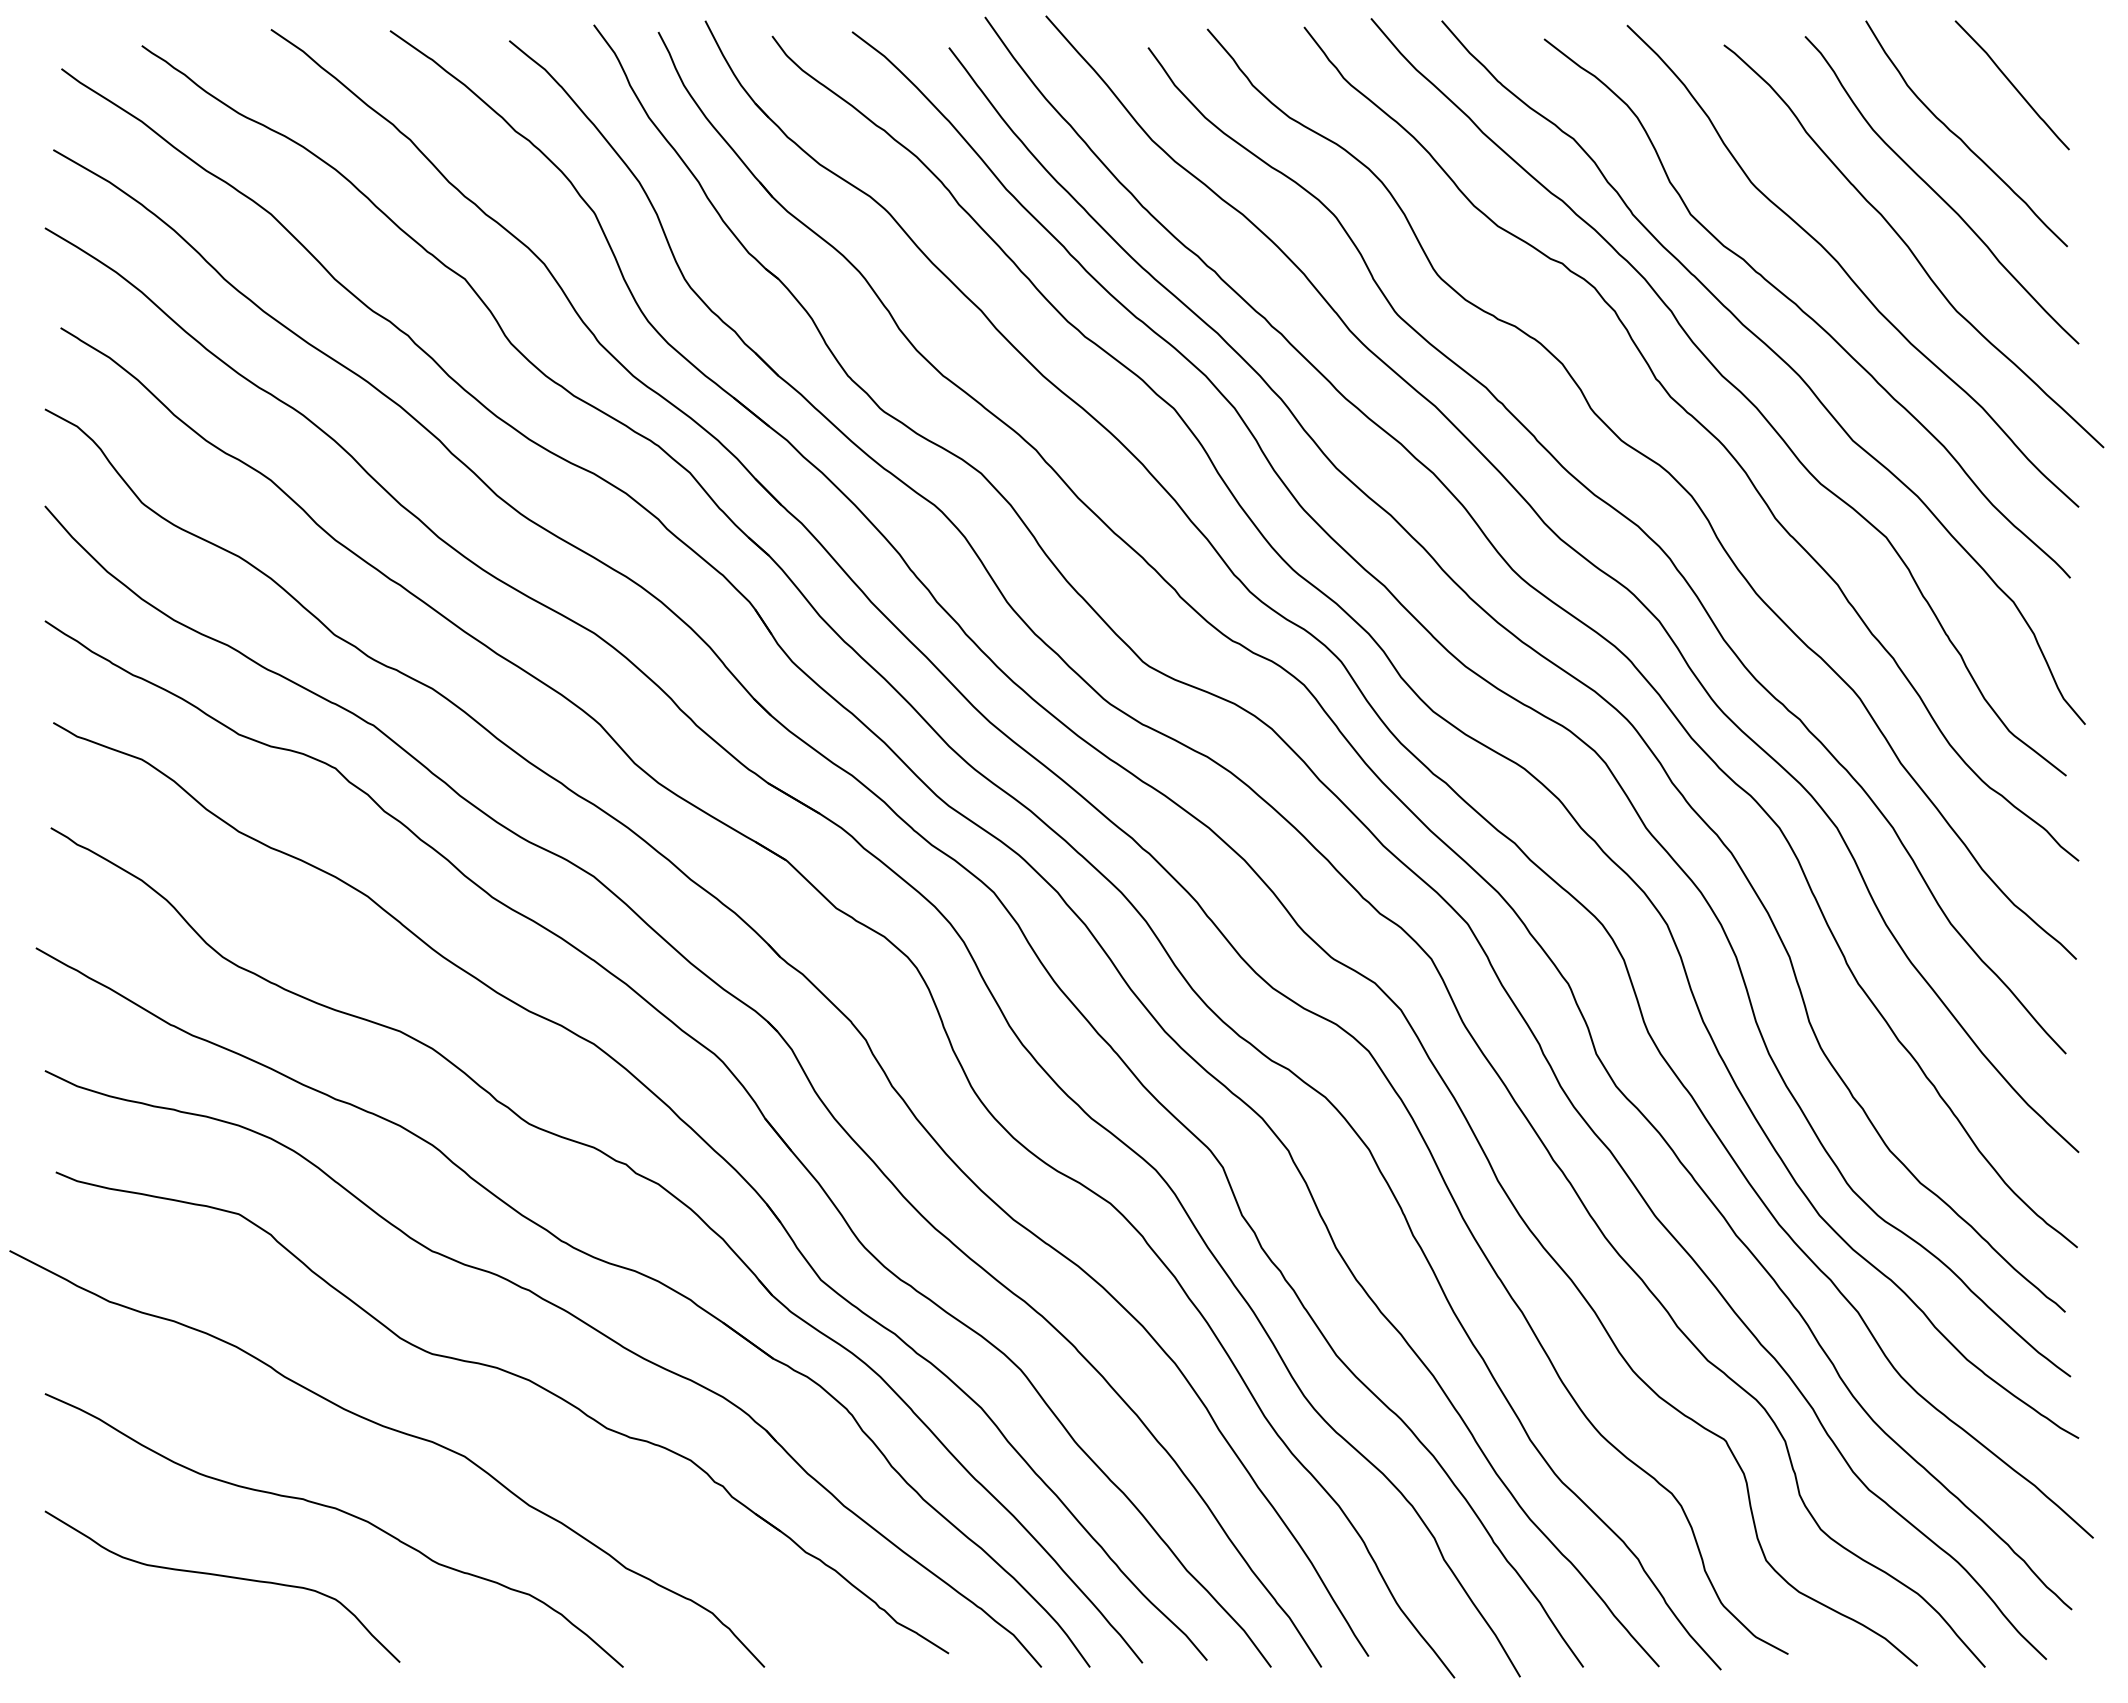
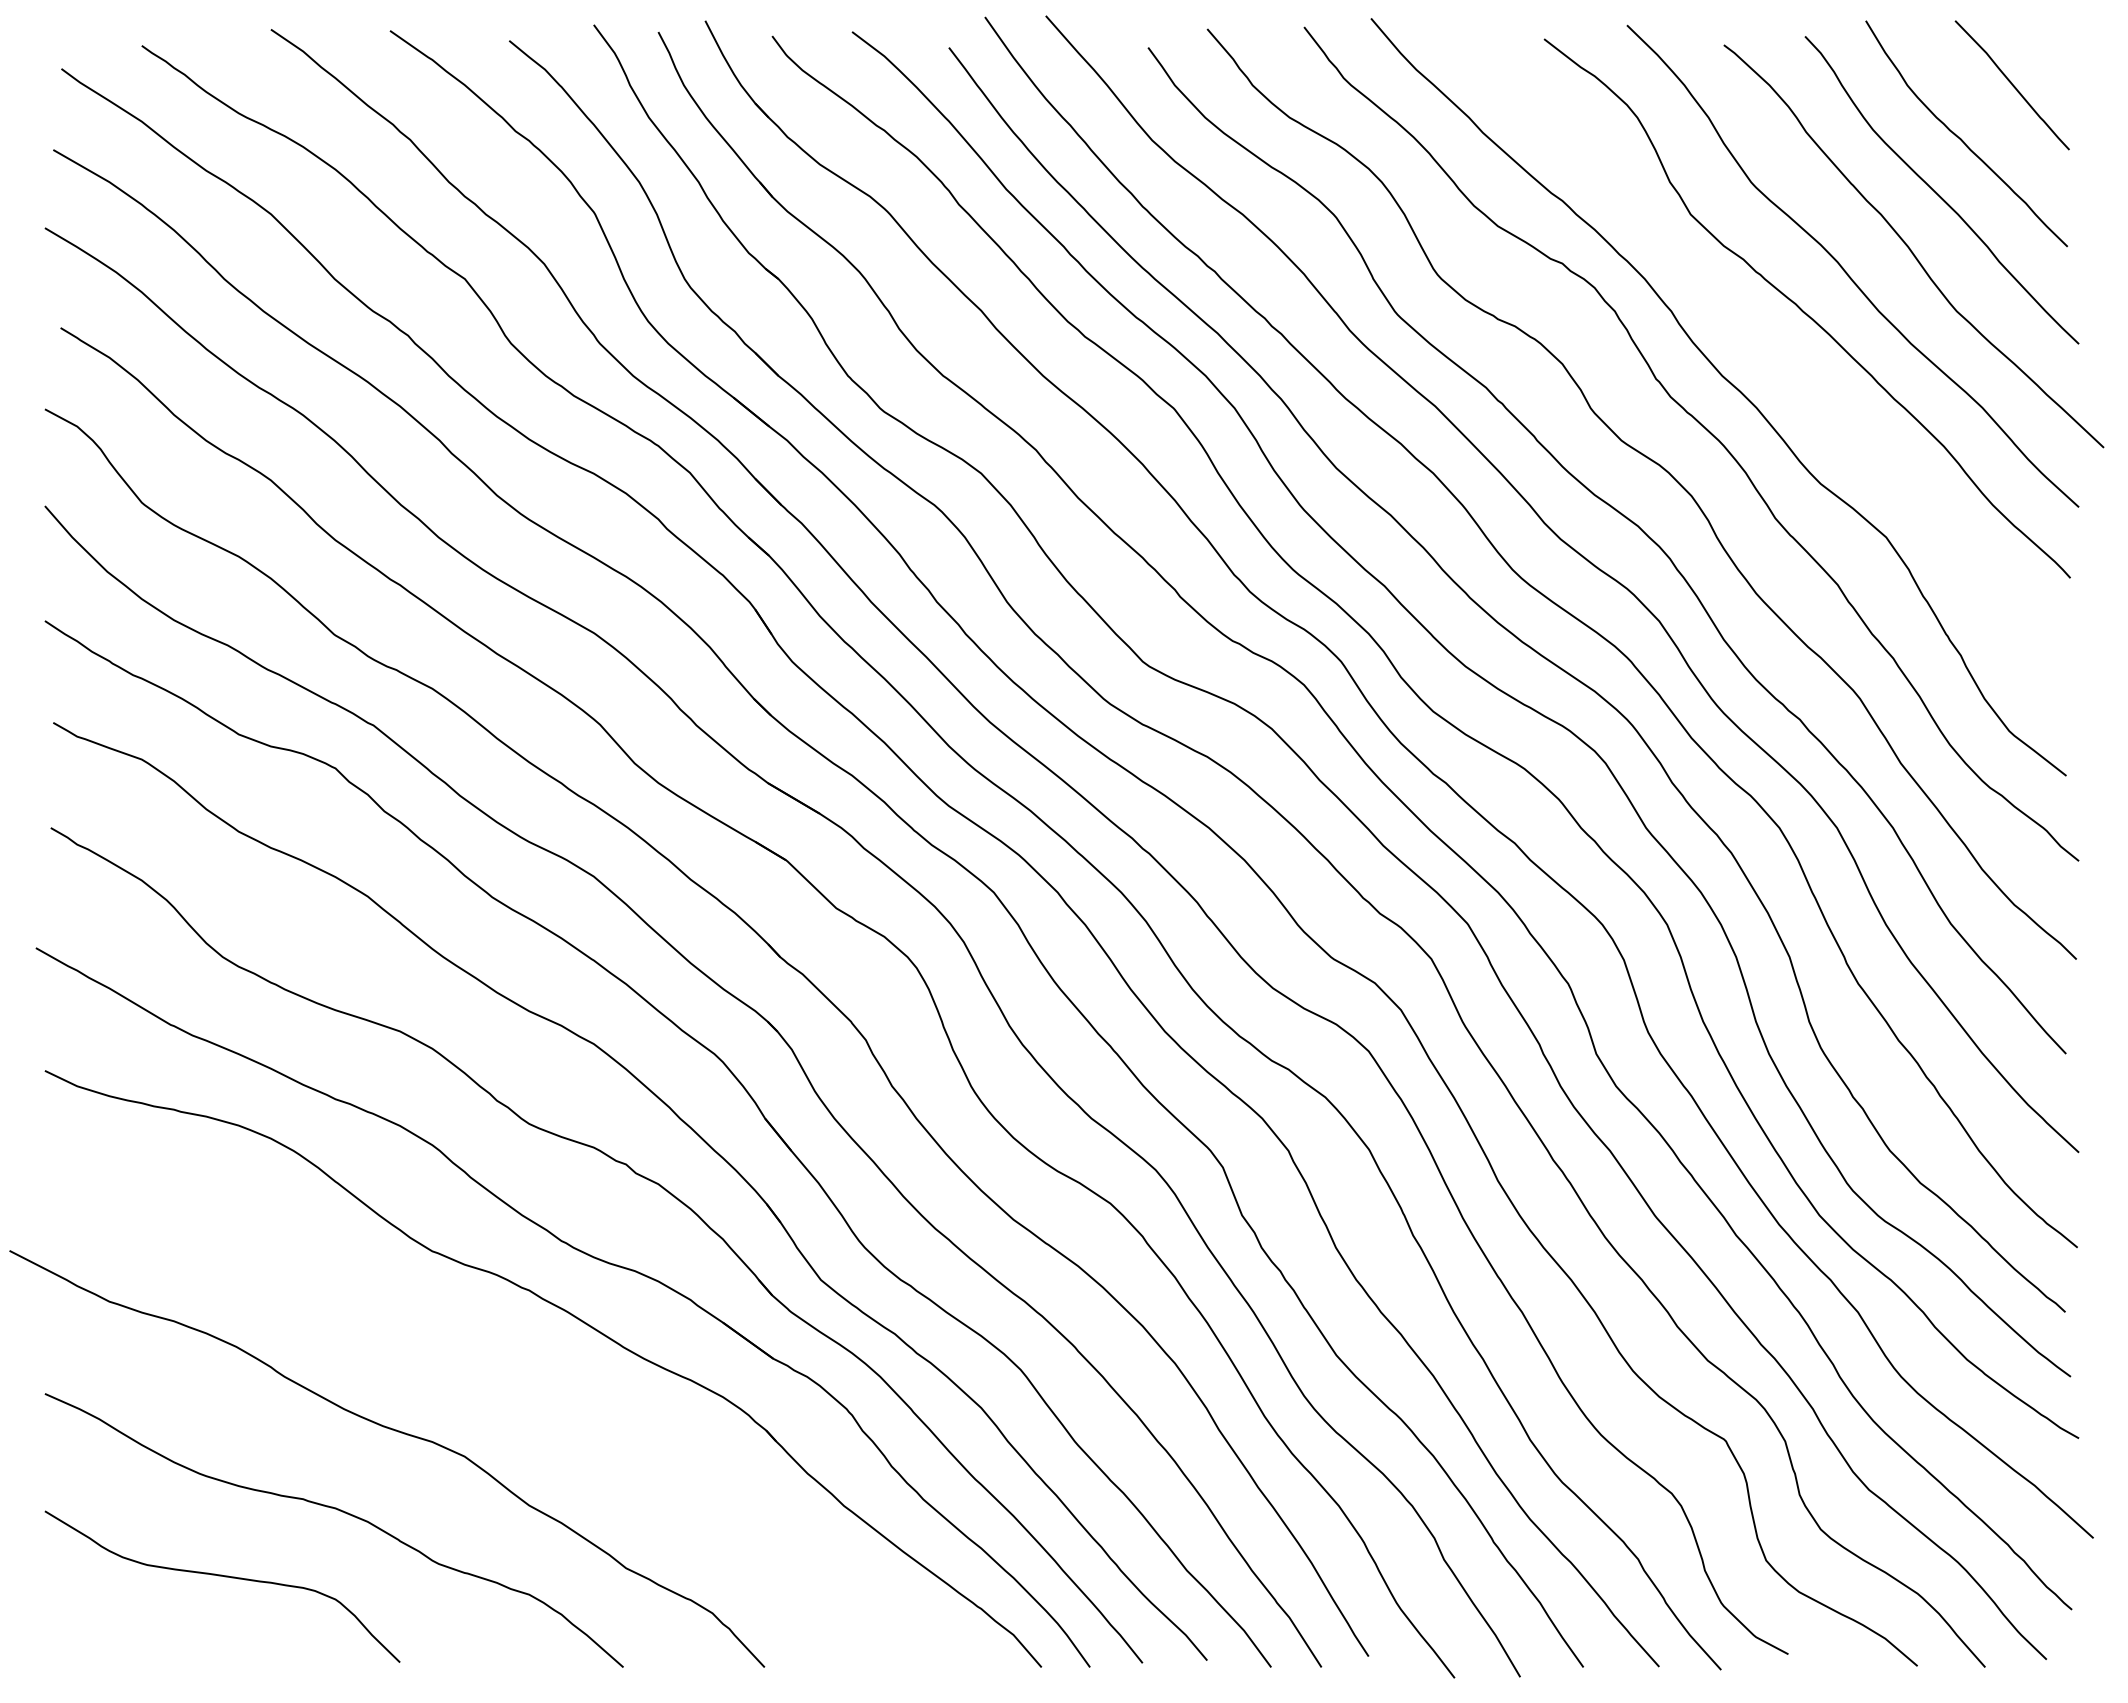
curve at (1778, 357): present -> none
part at (518, 1377): present -> none
